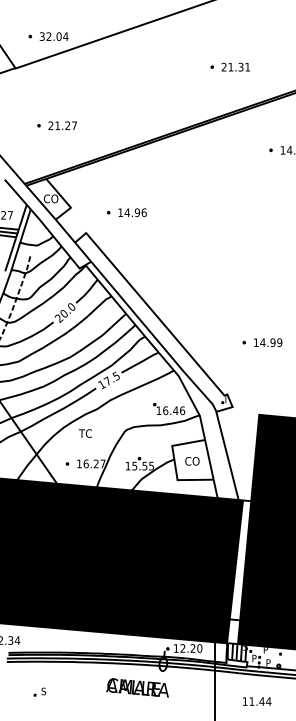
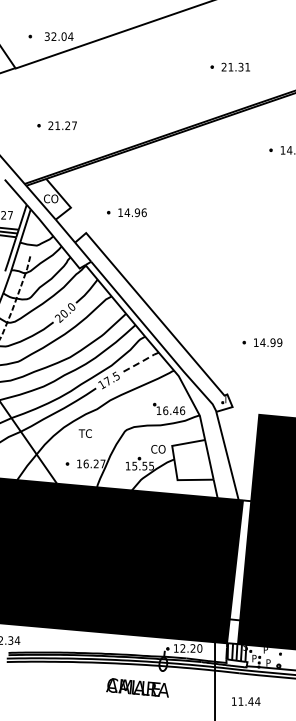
text at (53, 36) position: (53, 36) -> (58, 36)
line at (140, 362): solid -> dashed
text at (192, 461) position: (192, 461) -> (158, 449)
part at (39, 691): present -> none
text at (257, 701) position: (257, 701) -> (246, 701)
